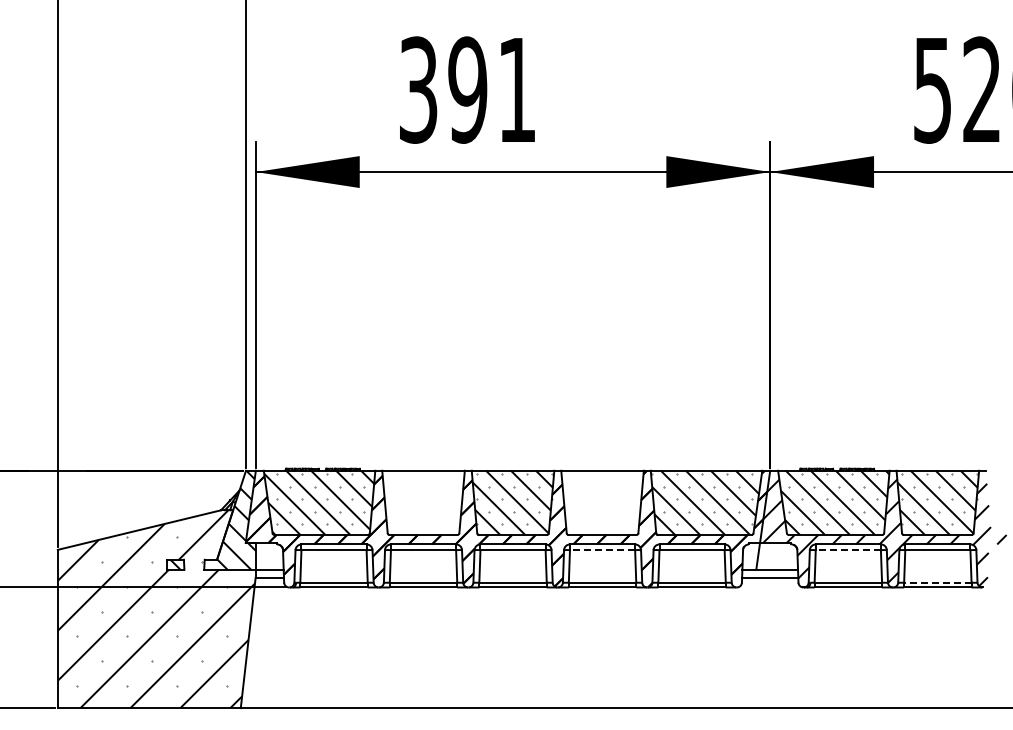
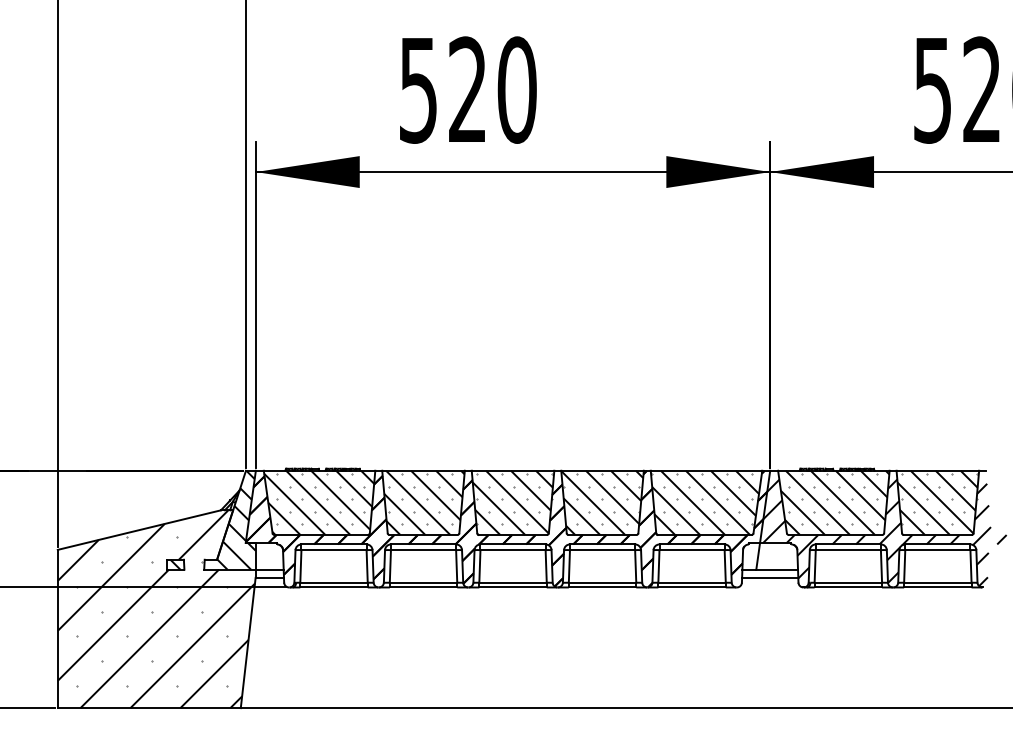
text at (468, 89): 391 -> 520
hatch at (424, 502): none -> present
hatch at (602, 502): none -> present
line at (602, 550): dashed -> solid
line at (848, 550): dashed -> solid
line at (937, 582): dashed -> solid
